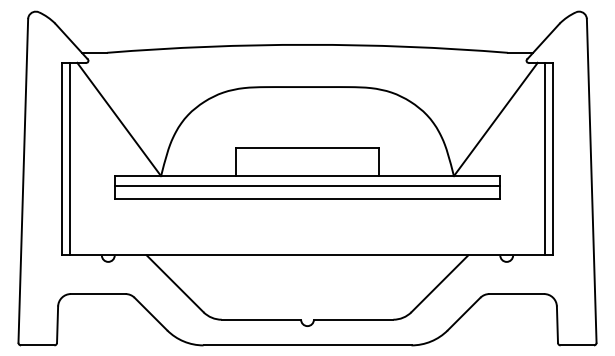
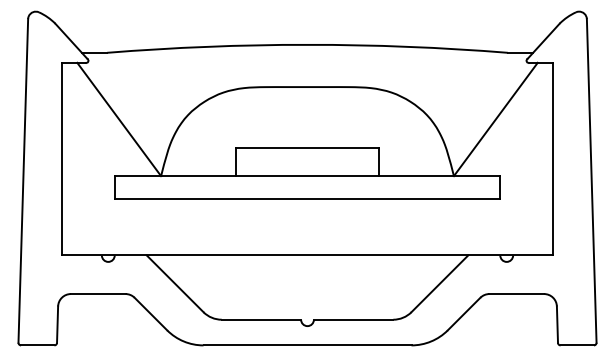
line at (69, 158): present -> none
line at (545, 158): present -> none
line at (307, 186): present -> none
